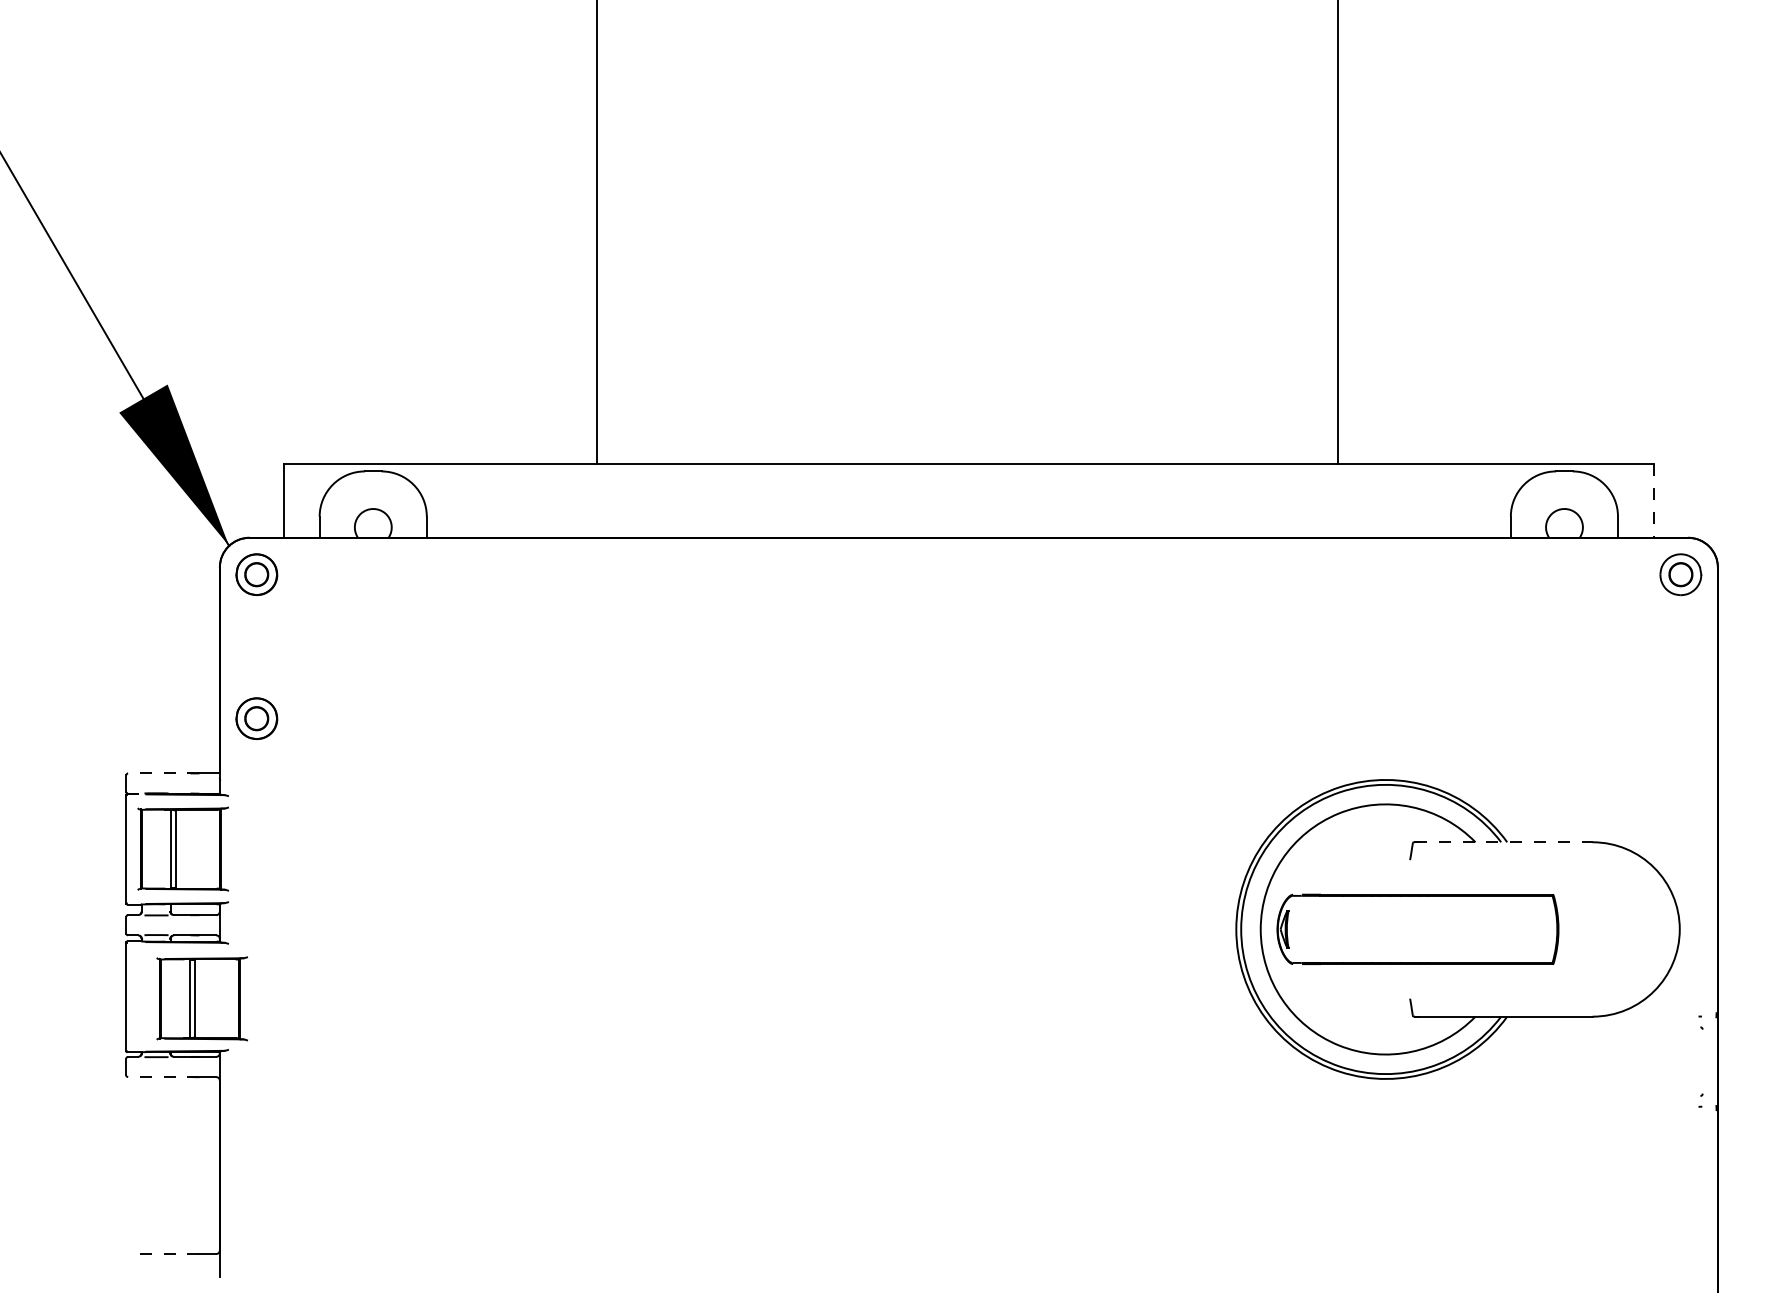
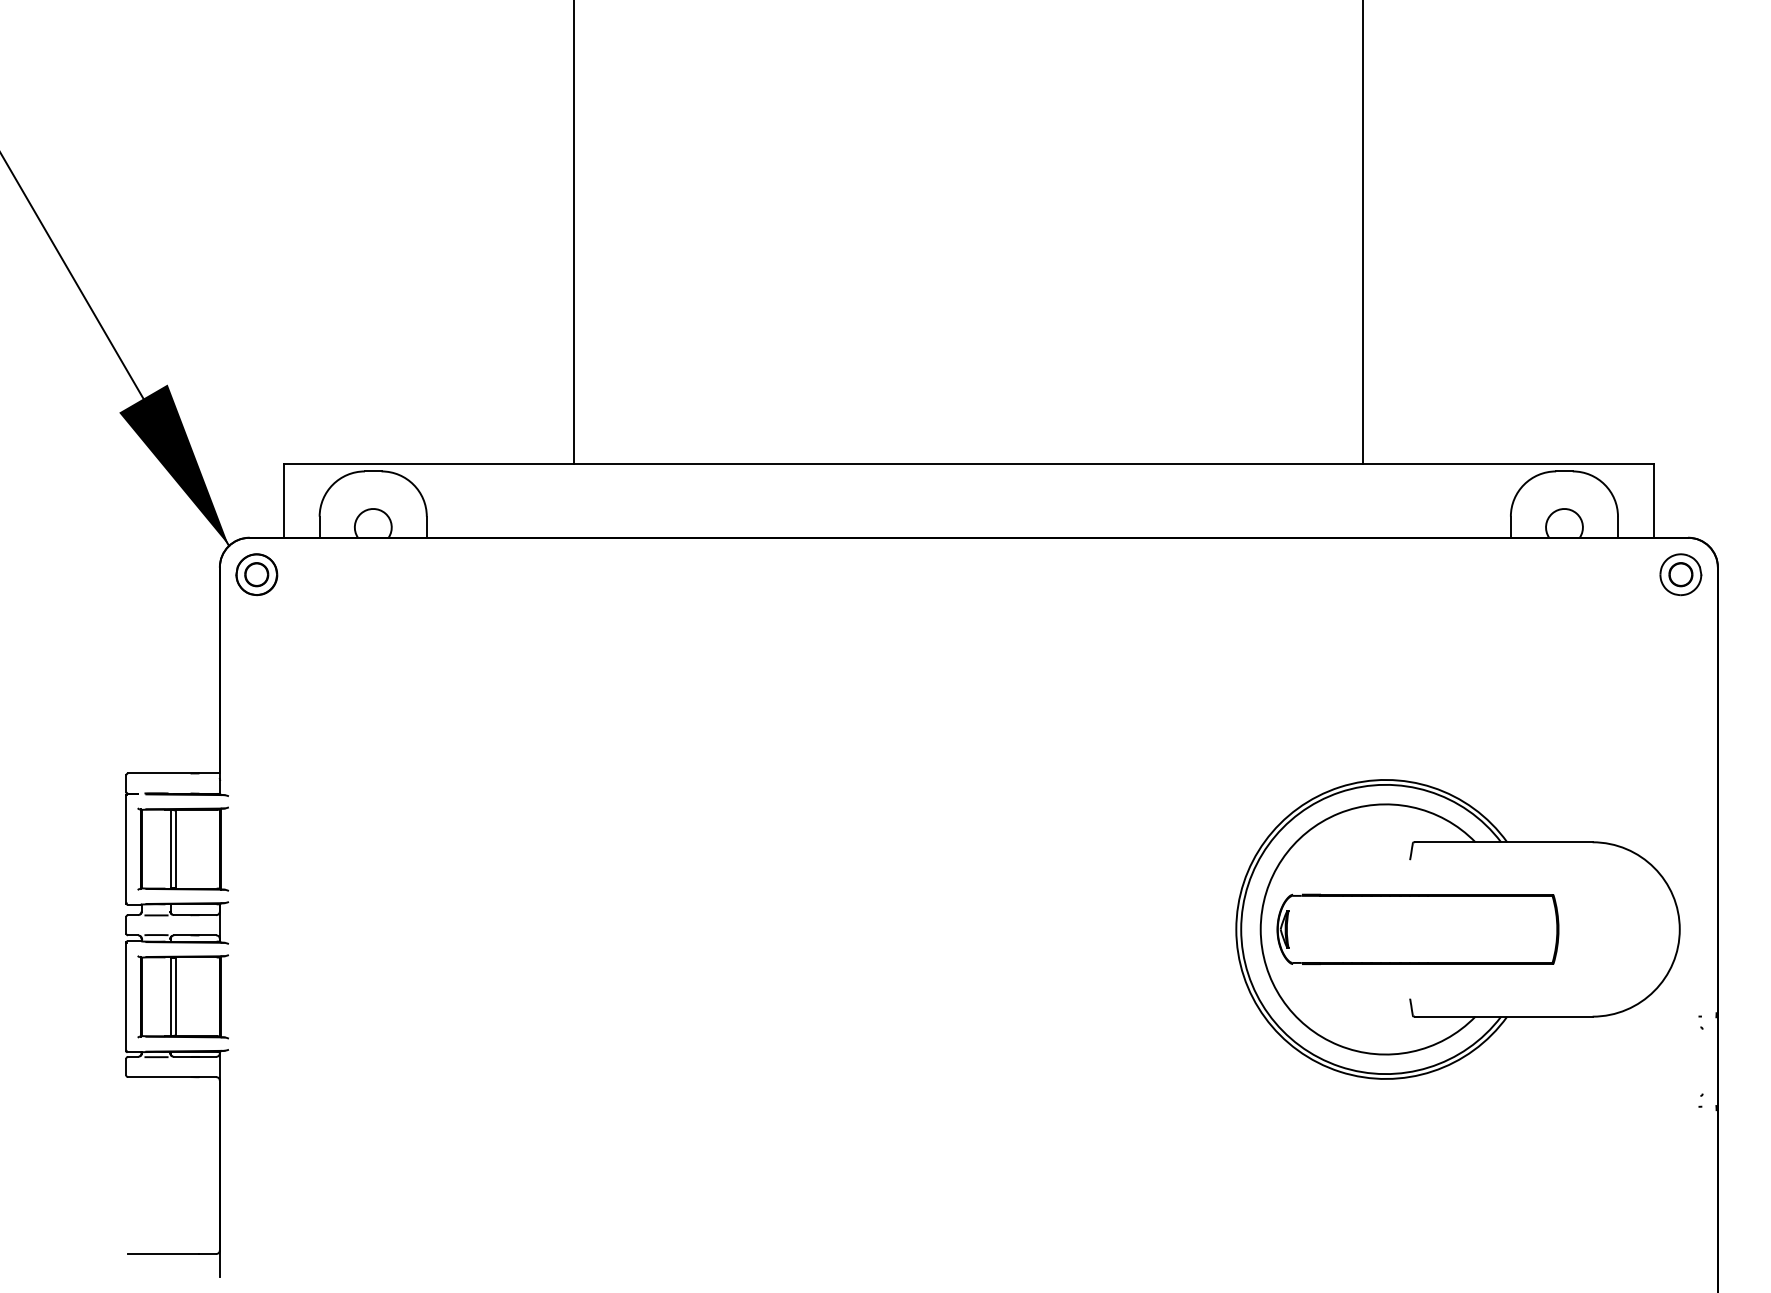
line at (597, 233) position: (597, 233) -> (574, 233)
line at (1338, 233) position: (1338, 233) -> (1363, 233)
line at (1653, 500): dashed -> solid
part at (256, 718): present -> none
line at (163, 773): dashed -> solid
line at (1503, 842): dashed -> solid
part at (201, 998) position: (201, 998) -> (182, 996)
line at (163, 1077): dashed -> solid
line at (163, 1254): dashed -> solid
